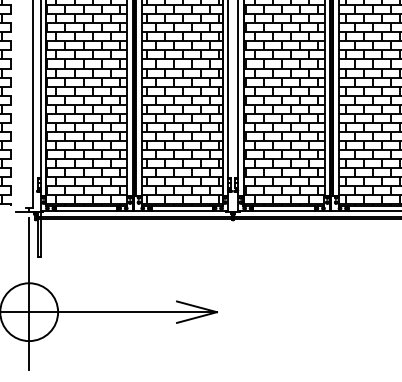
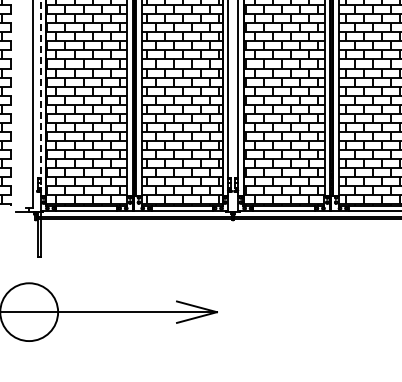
line at (40, 97): solid -> dashed
line at (29, 293): present -> none
